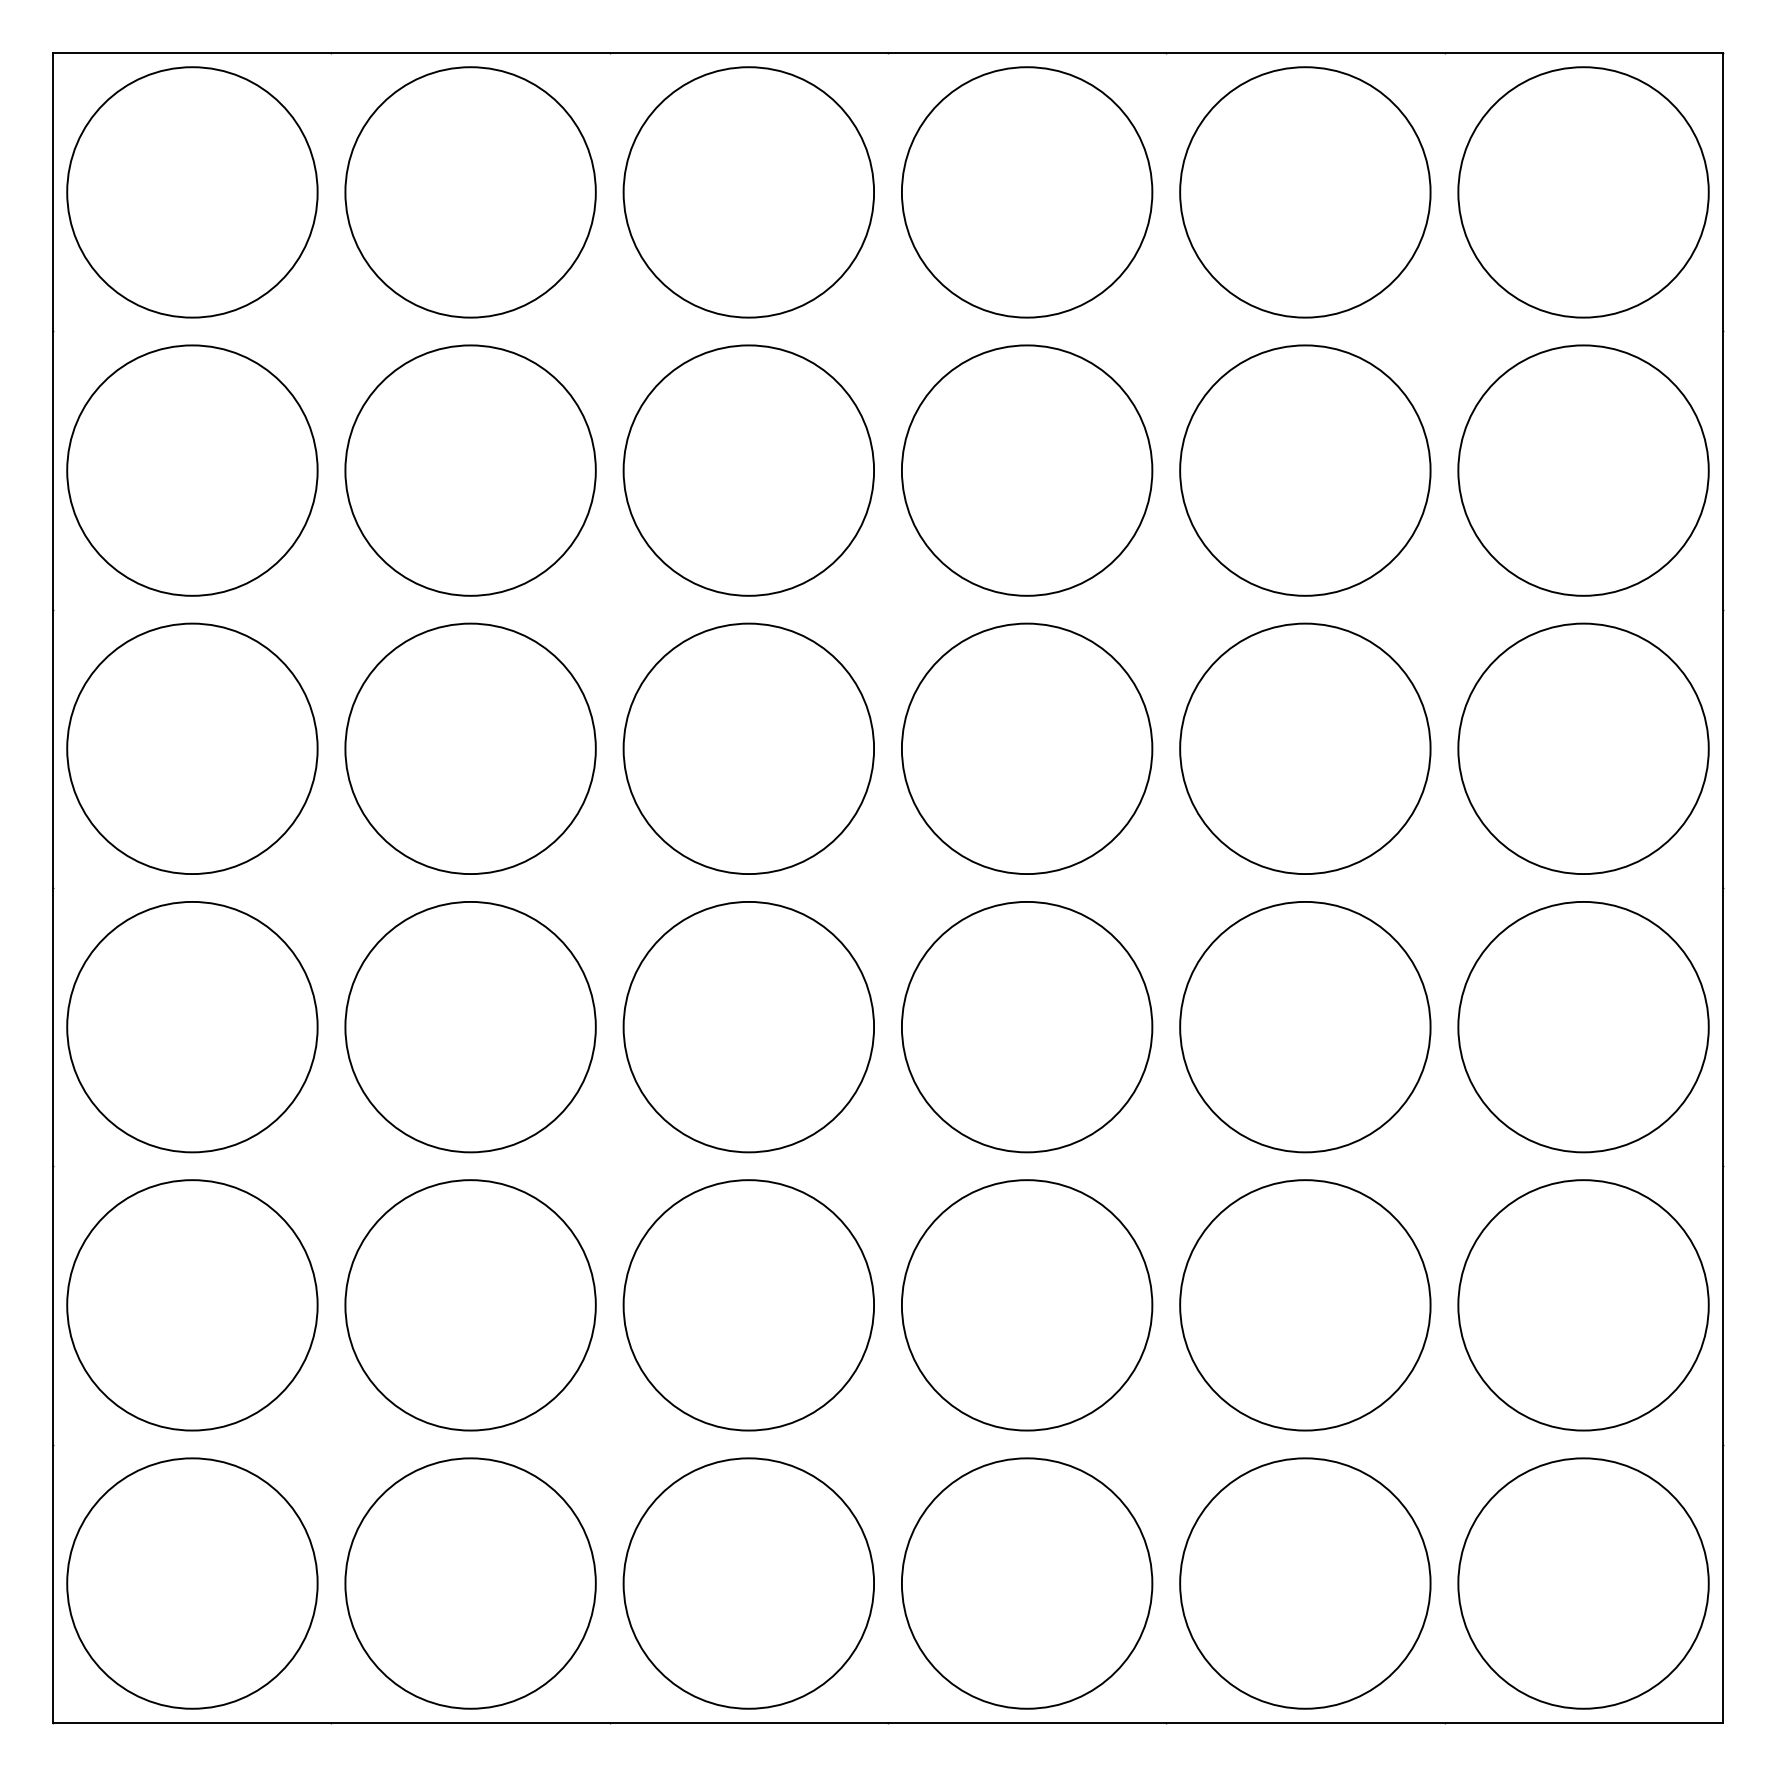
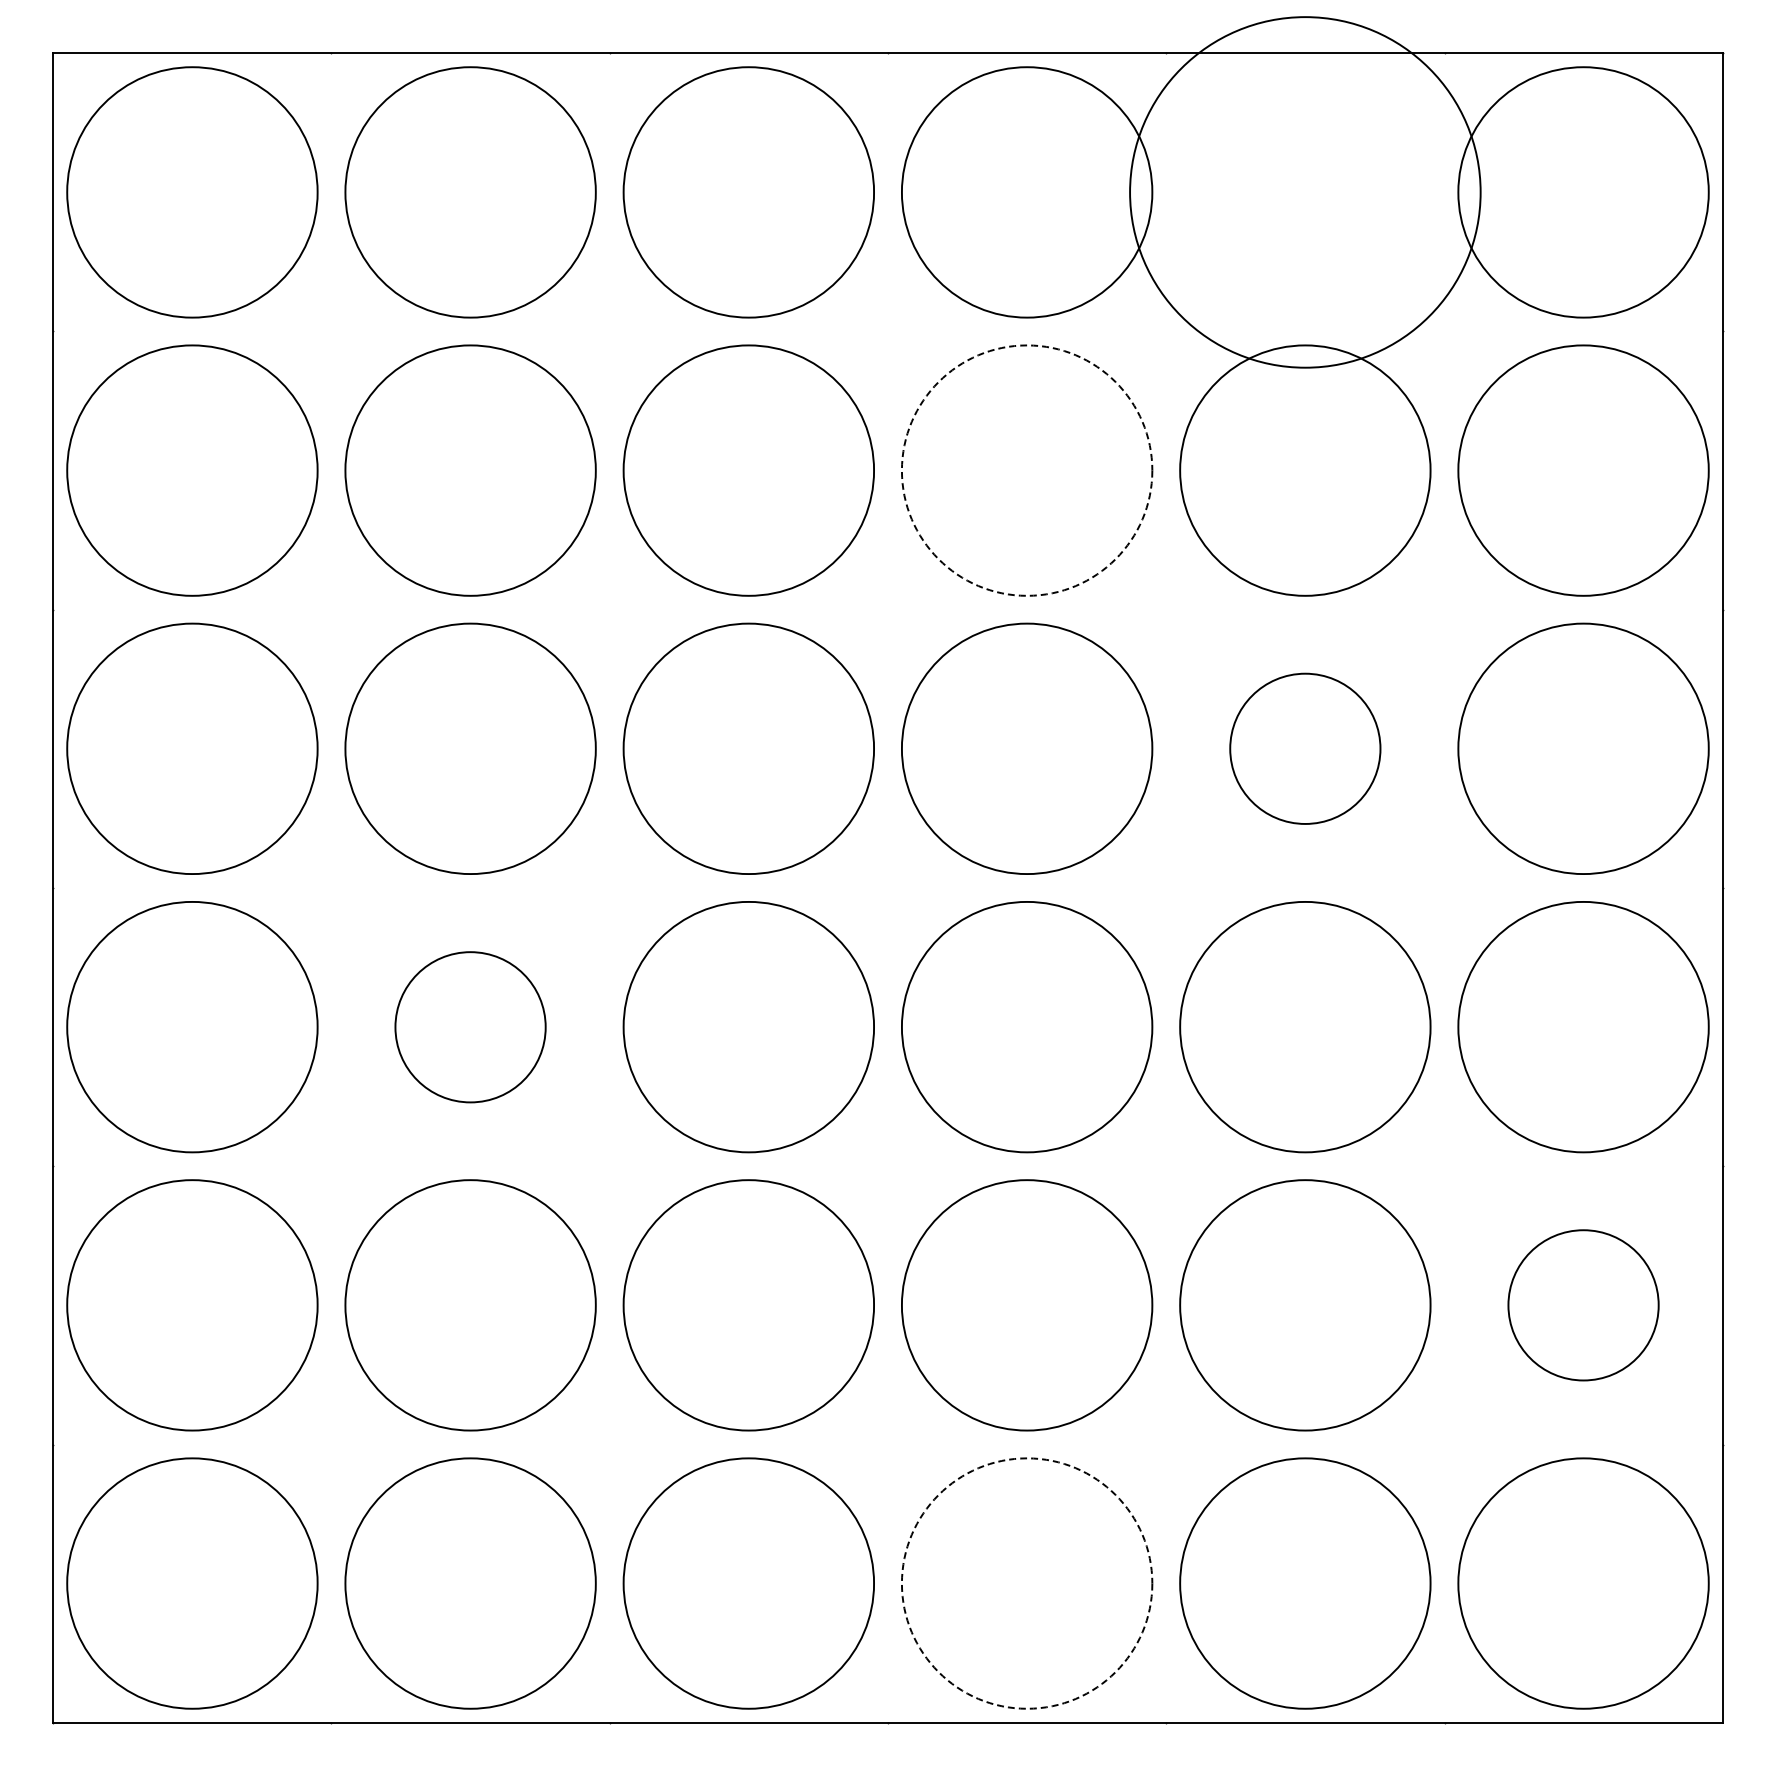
circle at (1305, 192) diameter: 250 px -> 351 px
circle at (1026, 470): solid -> dashed
circle at (1305, 748) diameter: 250 px -> 150 px
circle at (470, 1027) size: 253x253 px -> 153x153 px
circle at (1583, 1305) diameter: 250 px -> 150 px
circle at (1026, 1583): solid -> dashed
